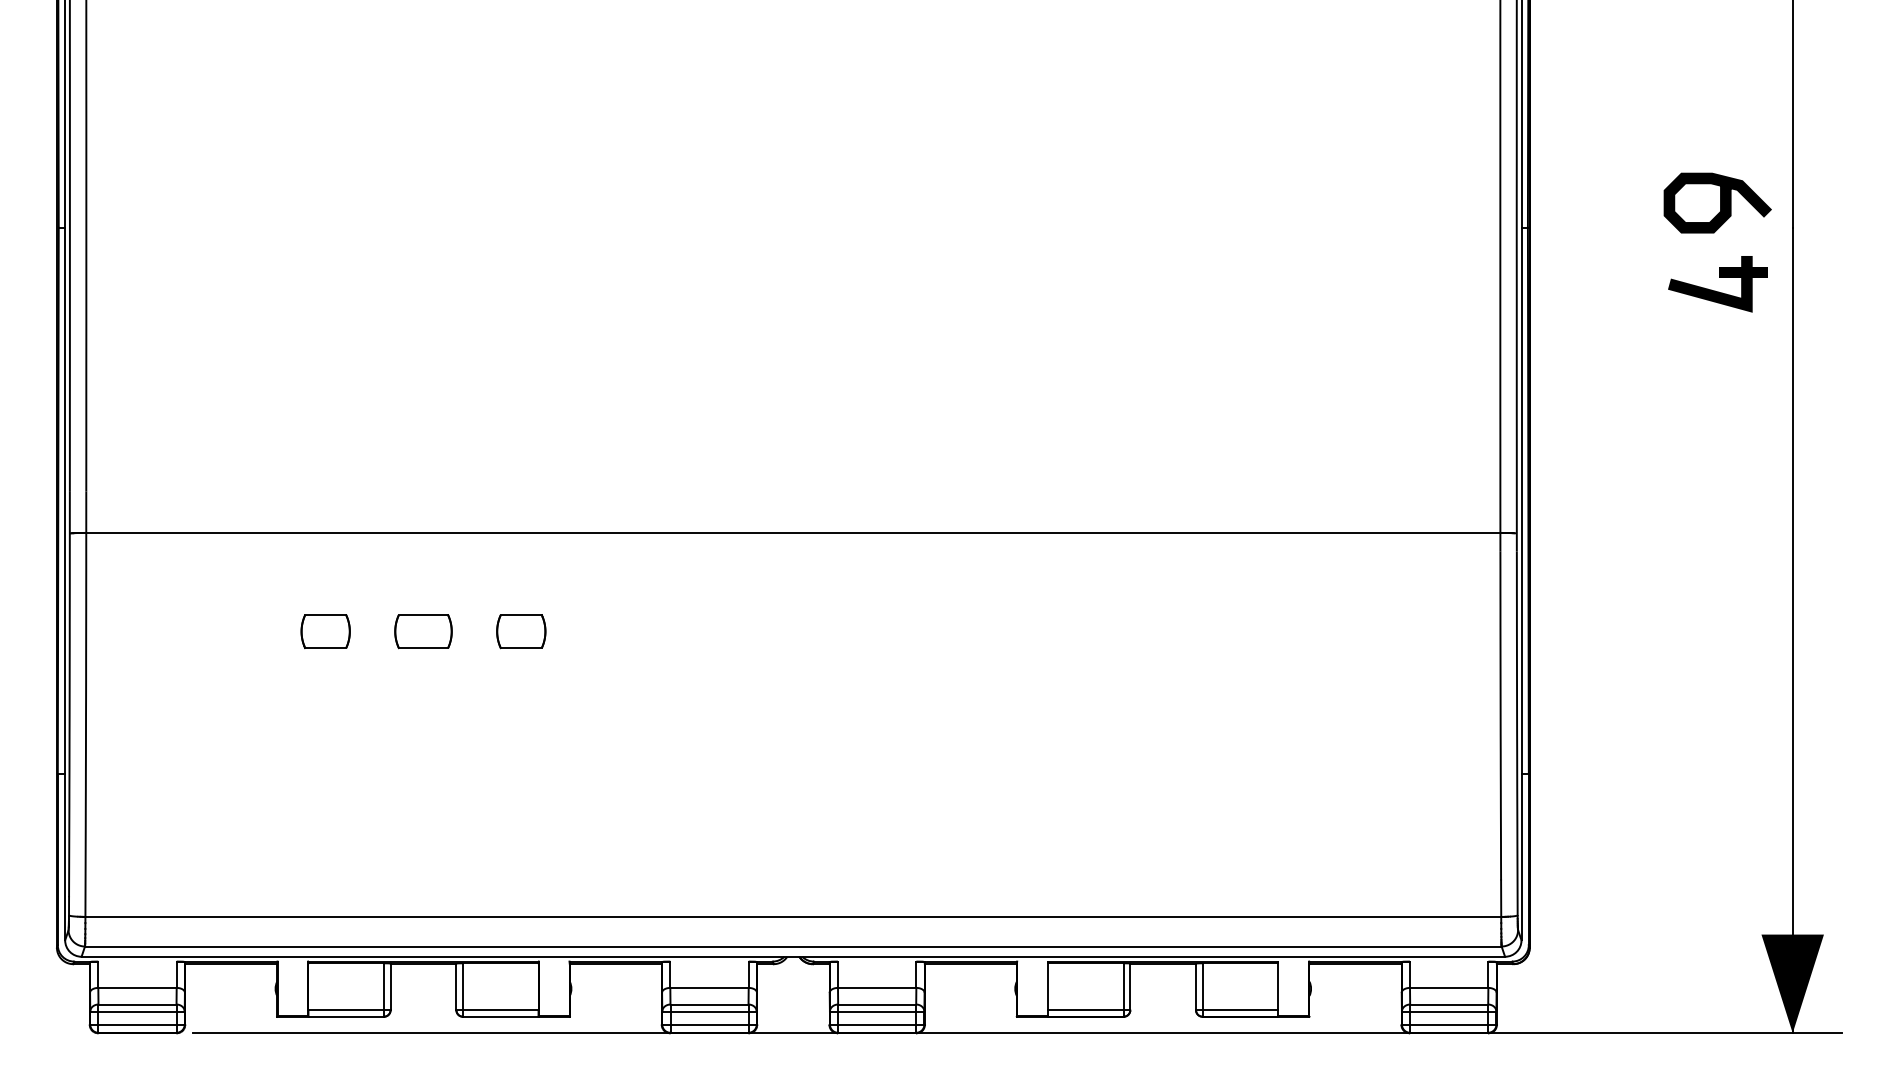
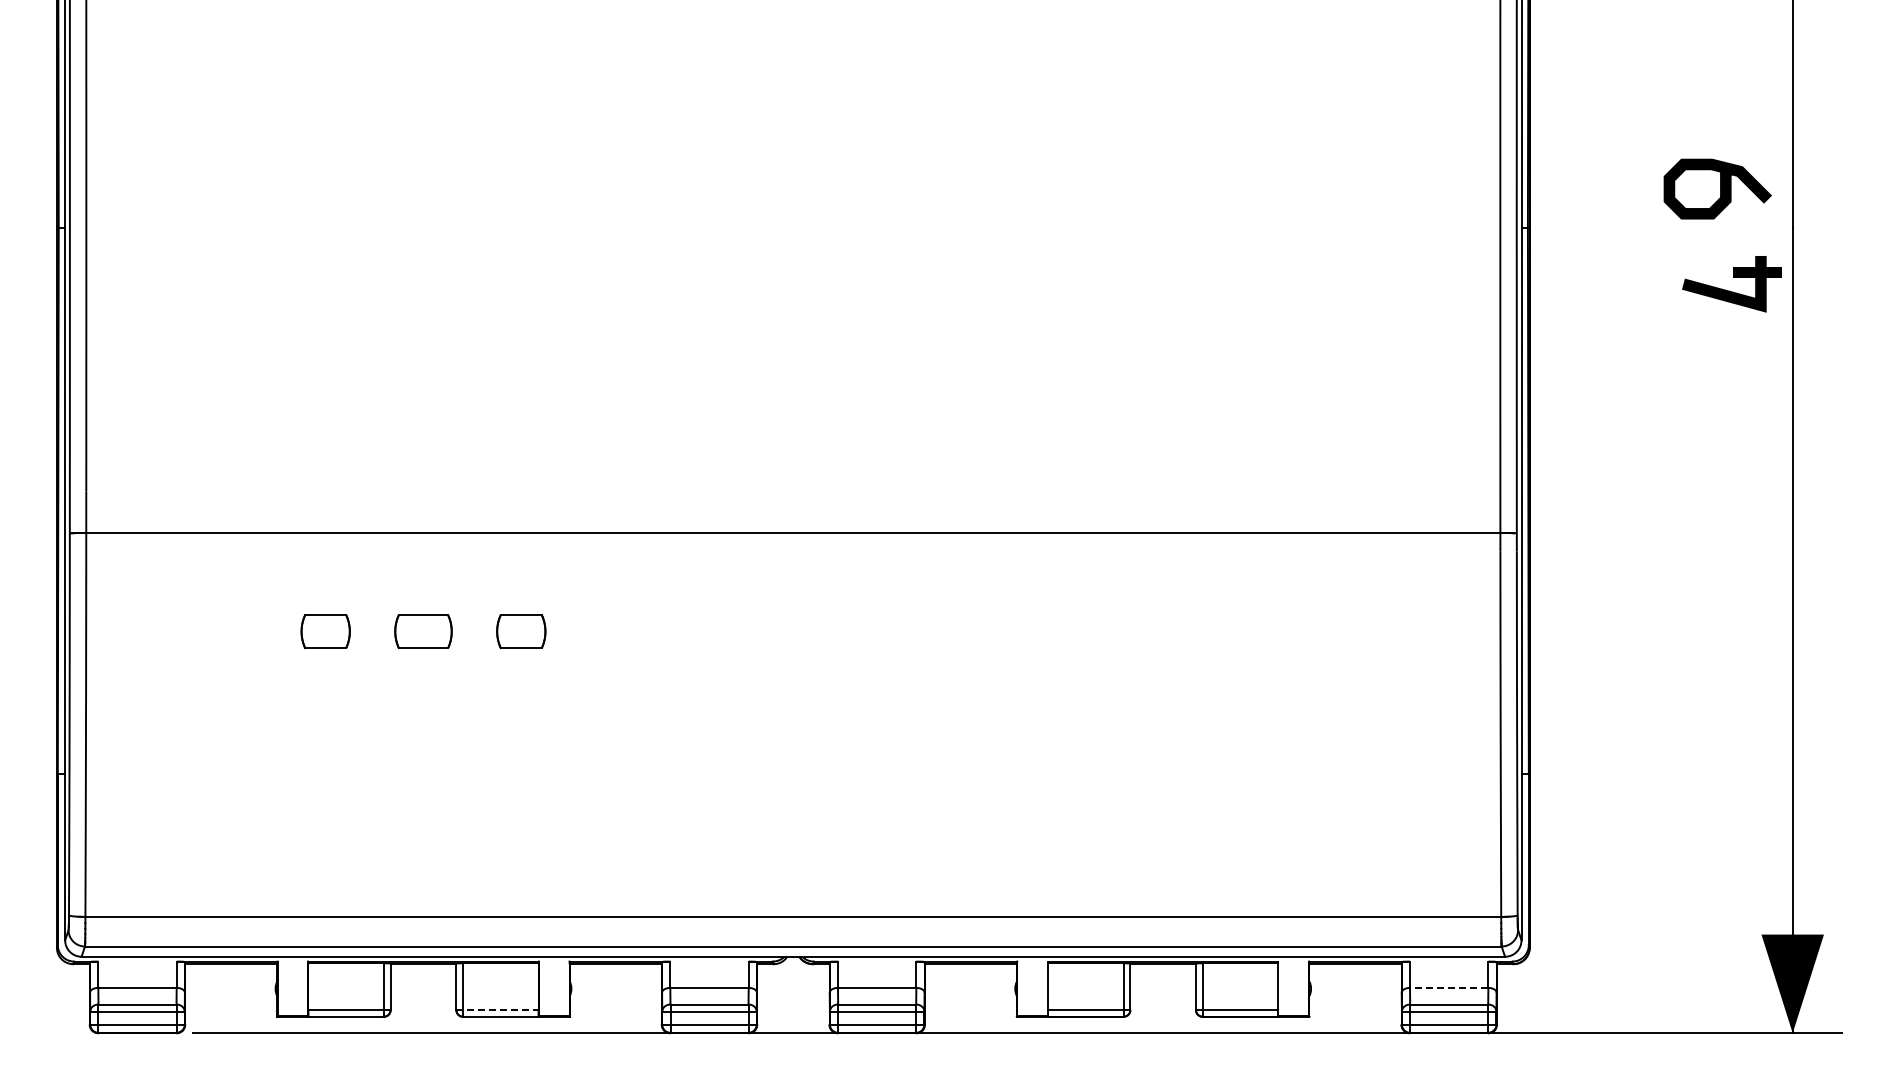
curve at (1720, 202) position: (1720, 202) -> (1720, 188)
part at (1715, 290) position: (1715, 290) -> (1729, 290)
line at (1448, 987): solid -> dashed
line at (498, 1010): solid -> dashed
